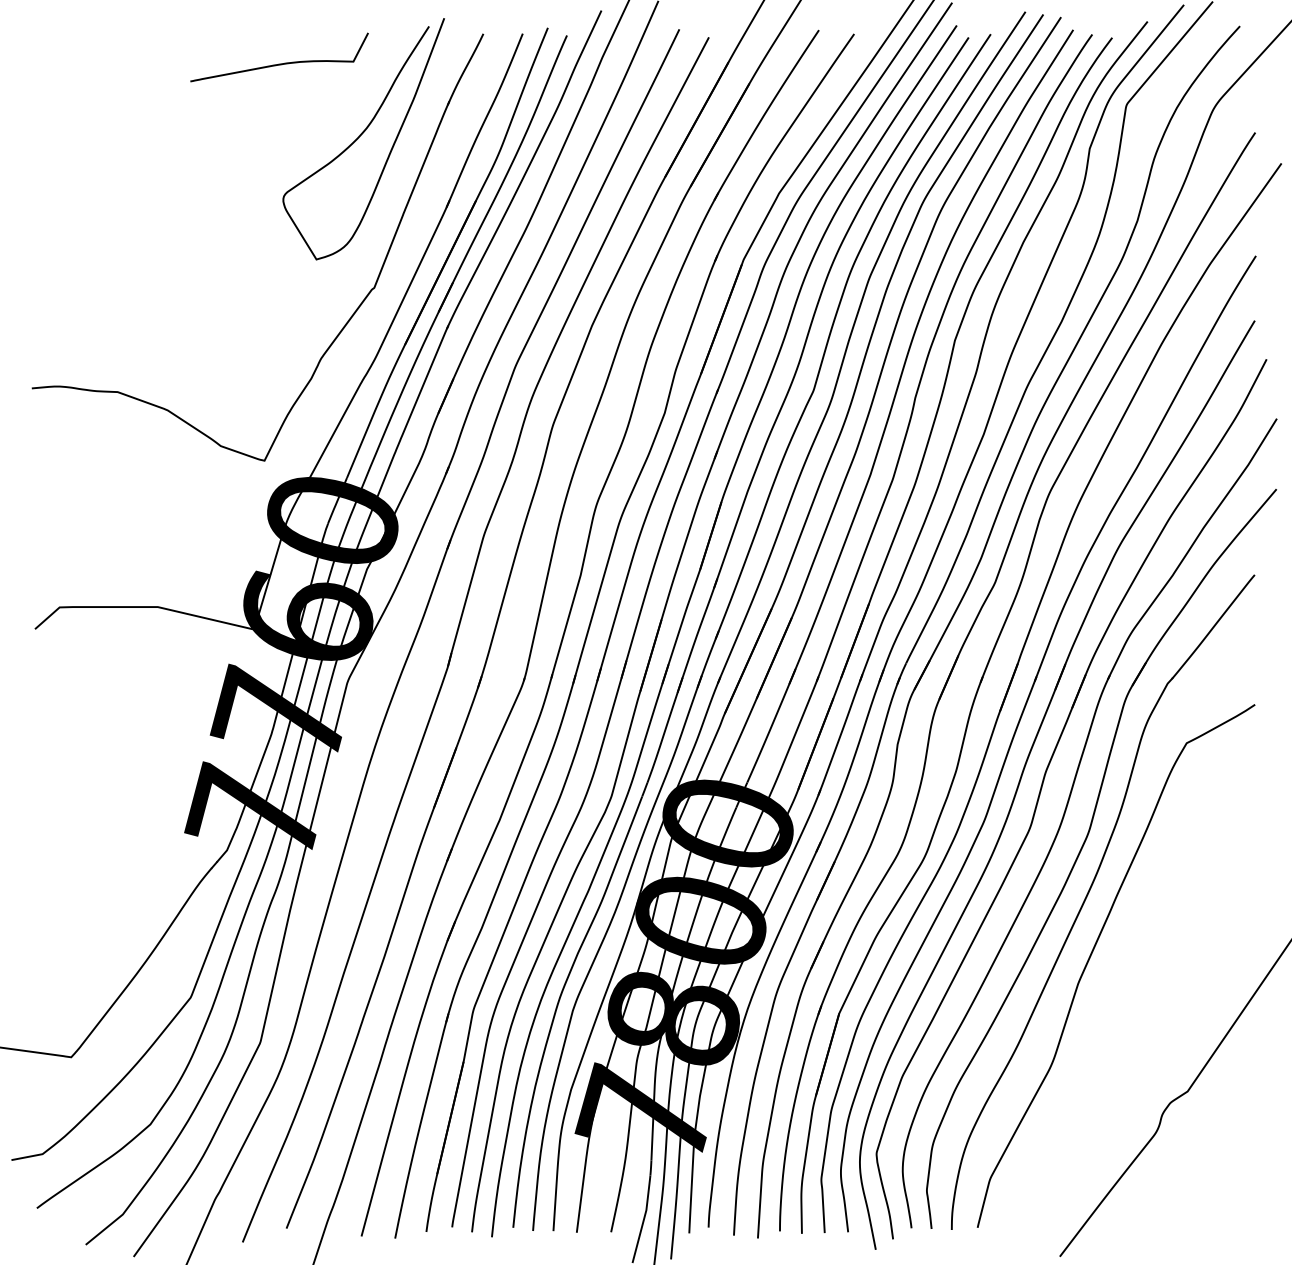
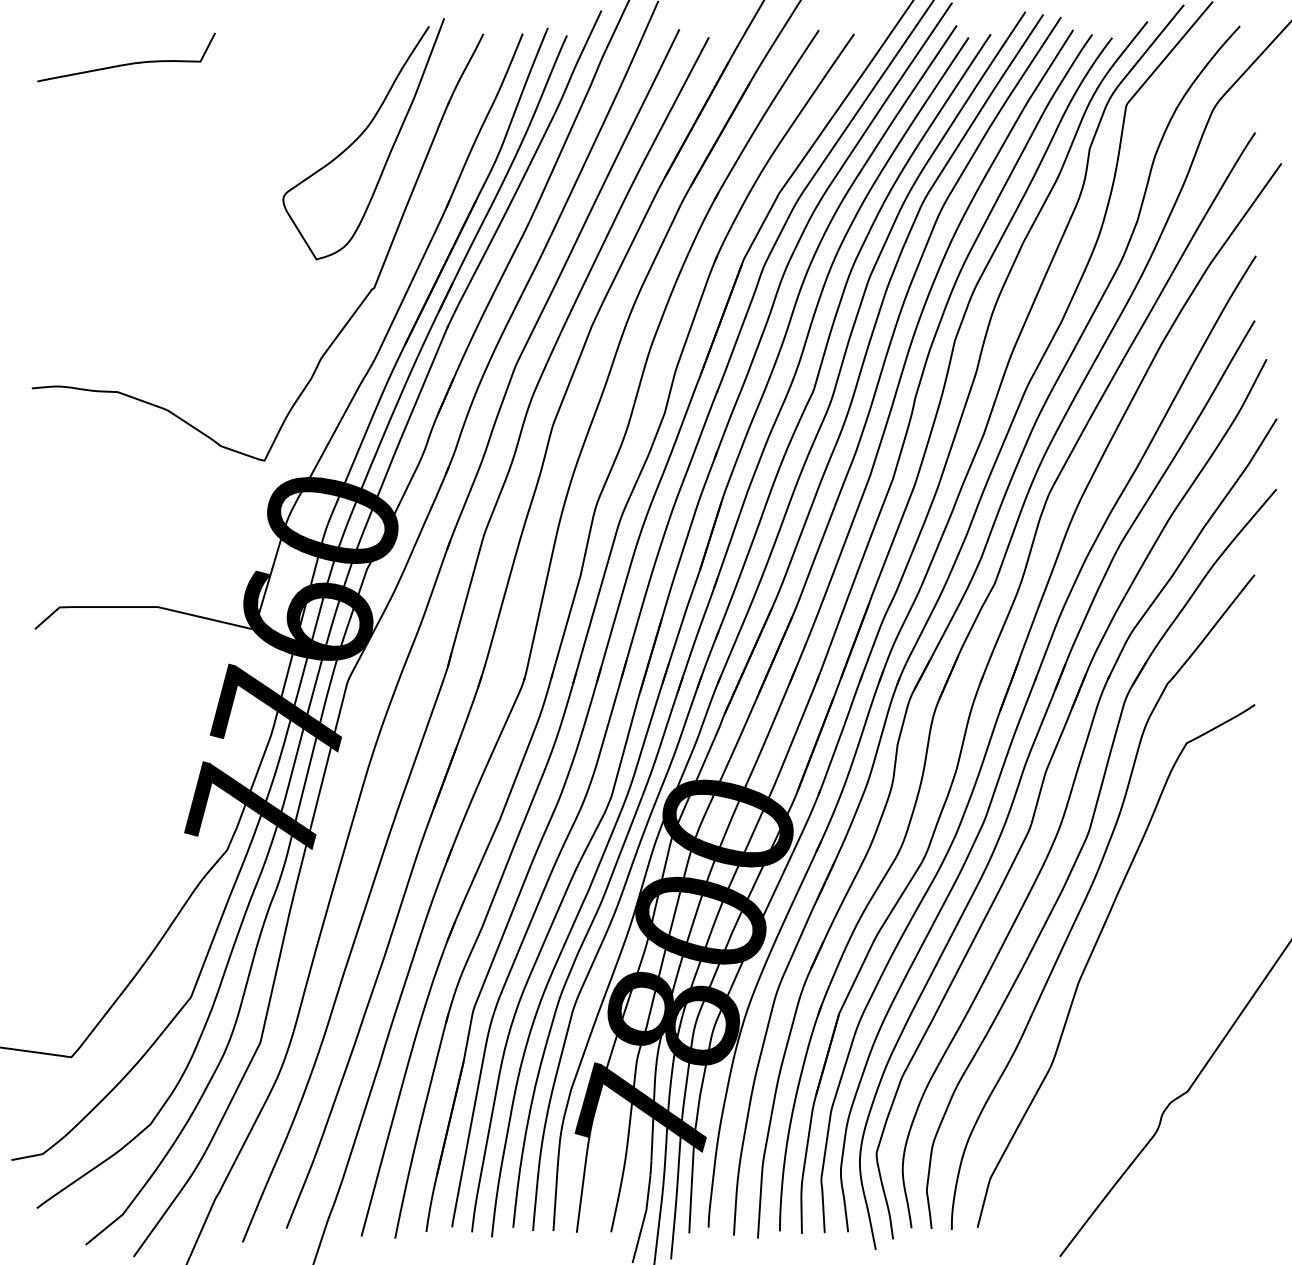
curve at (279, 63) position: (279, 63) -> (126, 63)
